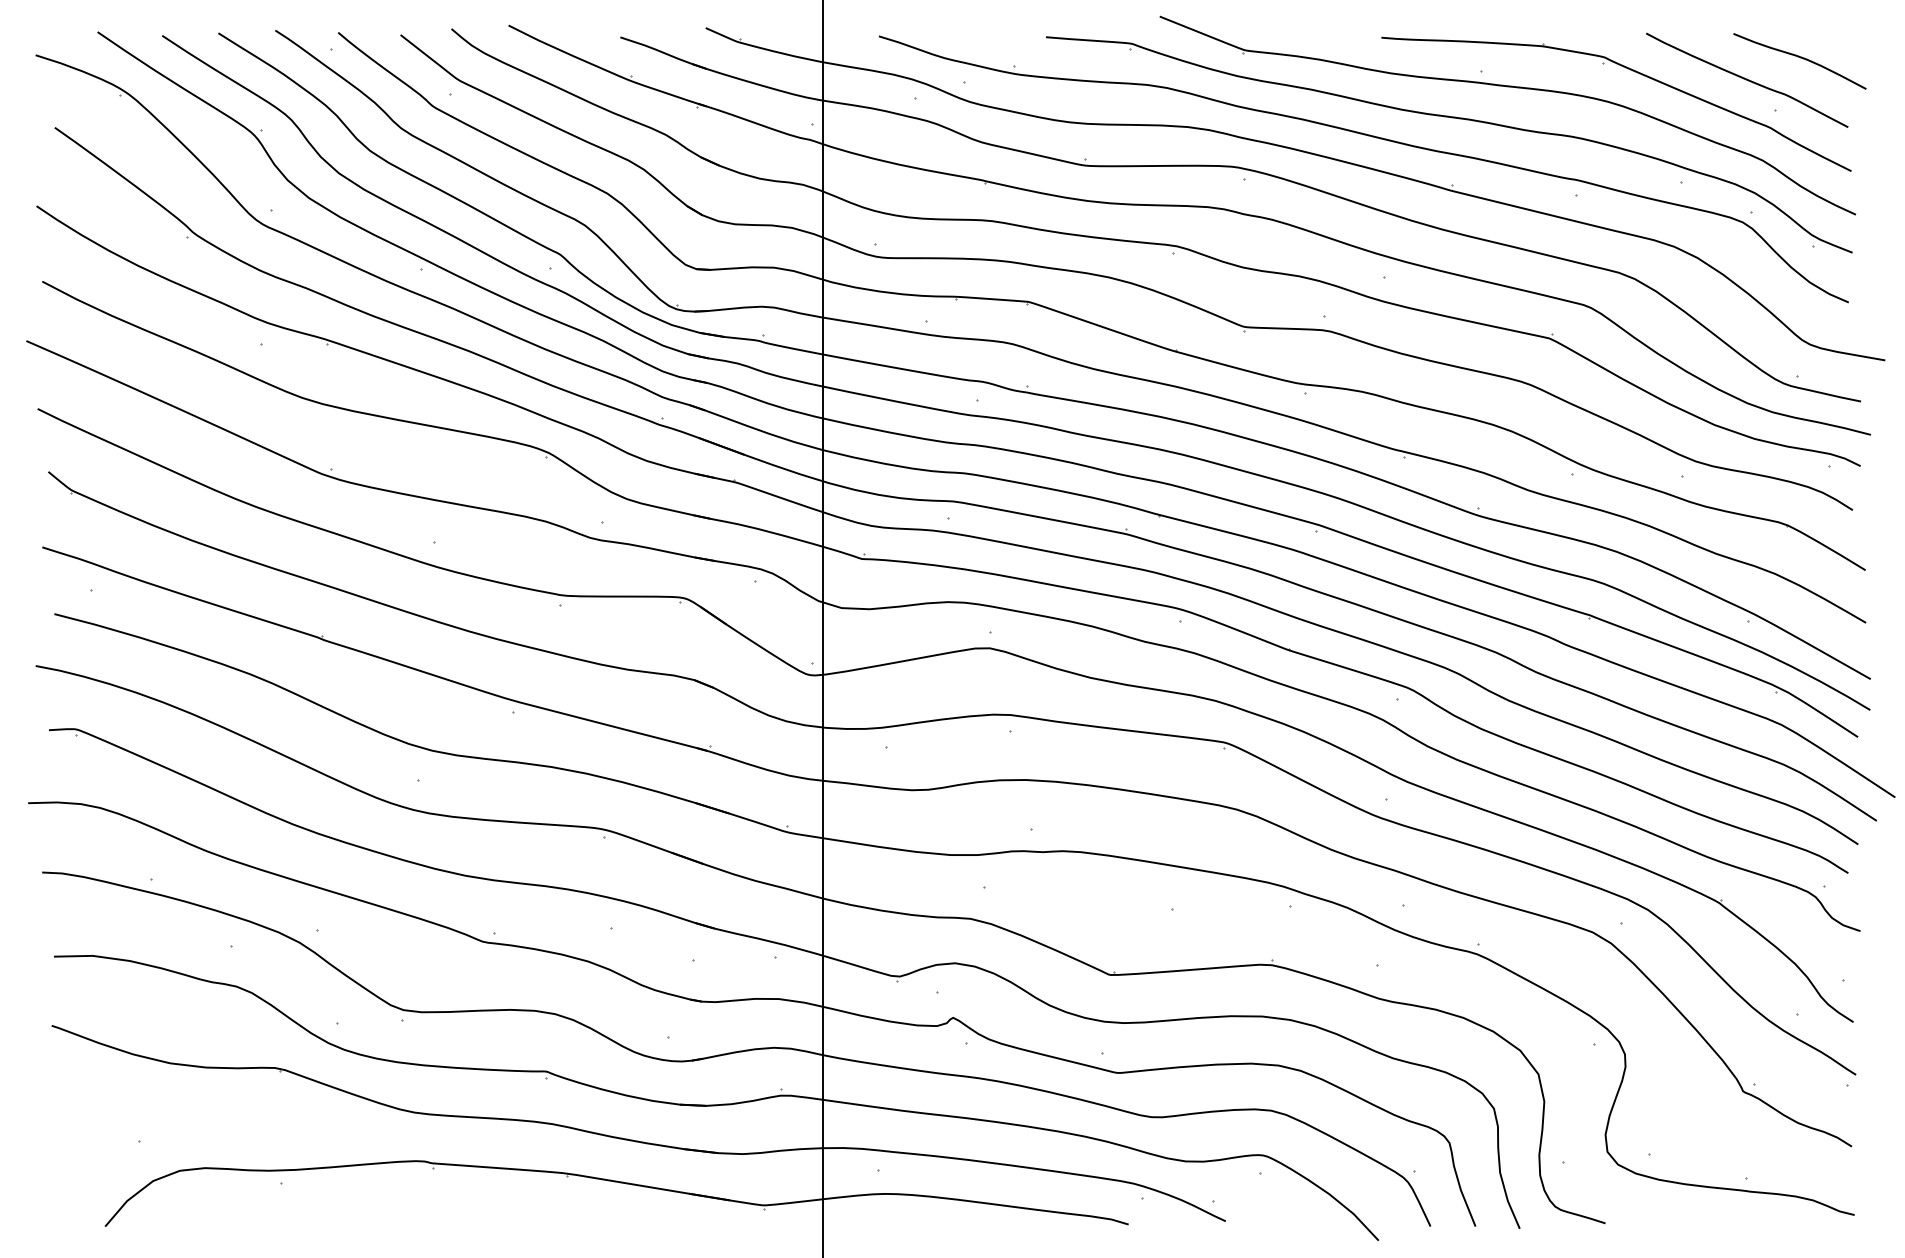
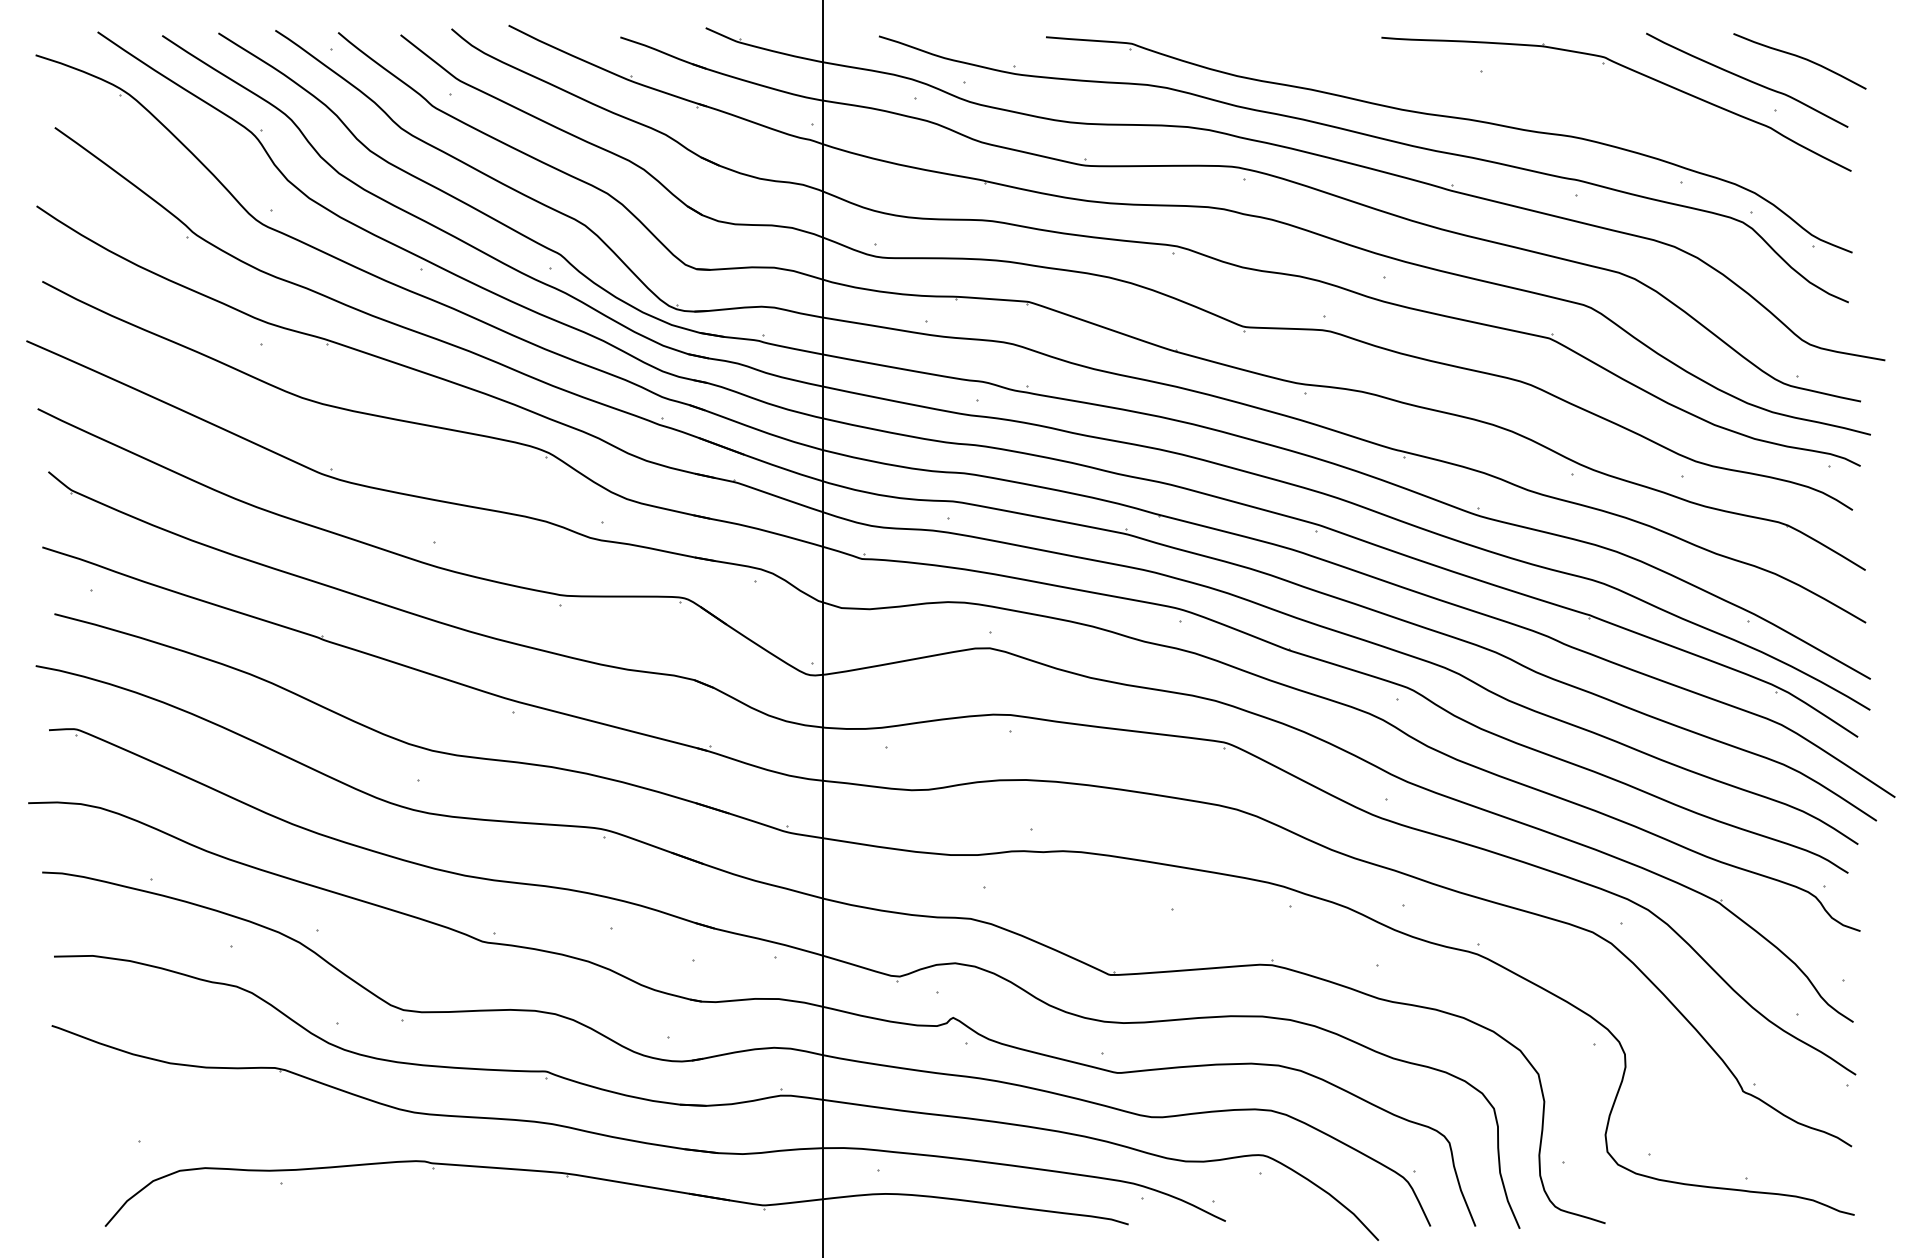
part at (1507, 87): present -> none
